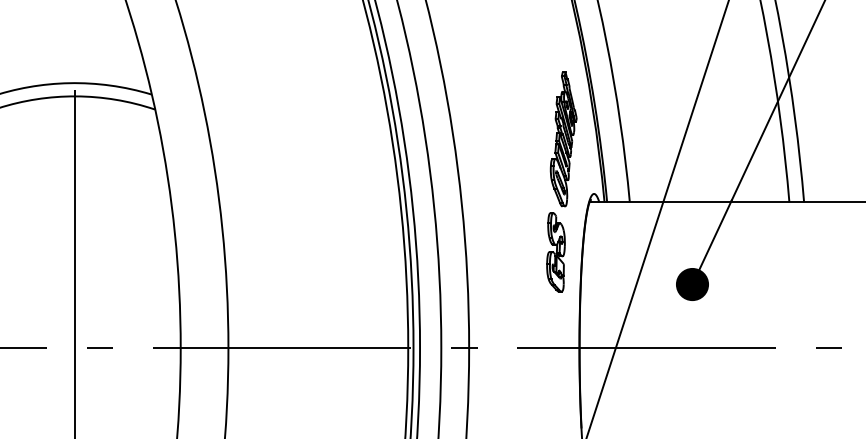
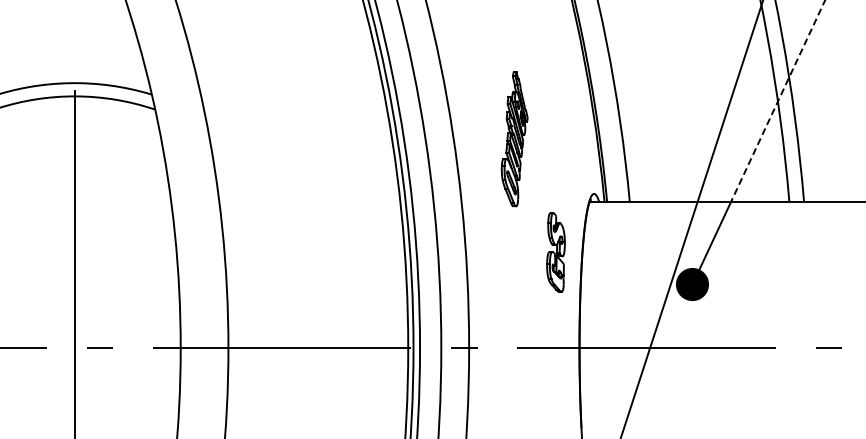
line at (778, 100): solid -> dashed
part at (563, 139) position: (563, 139) -> (514, 139)
line at (657, 218) position: (657, 218) -> (691, 218)
